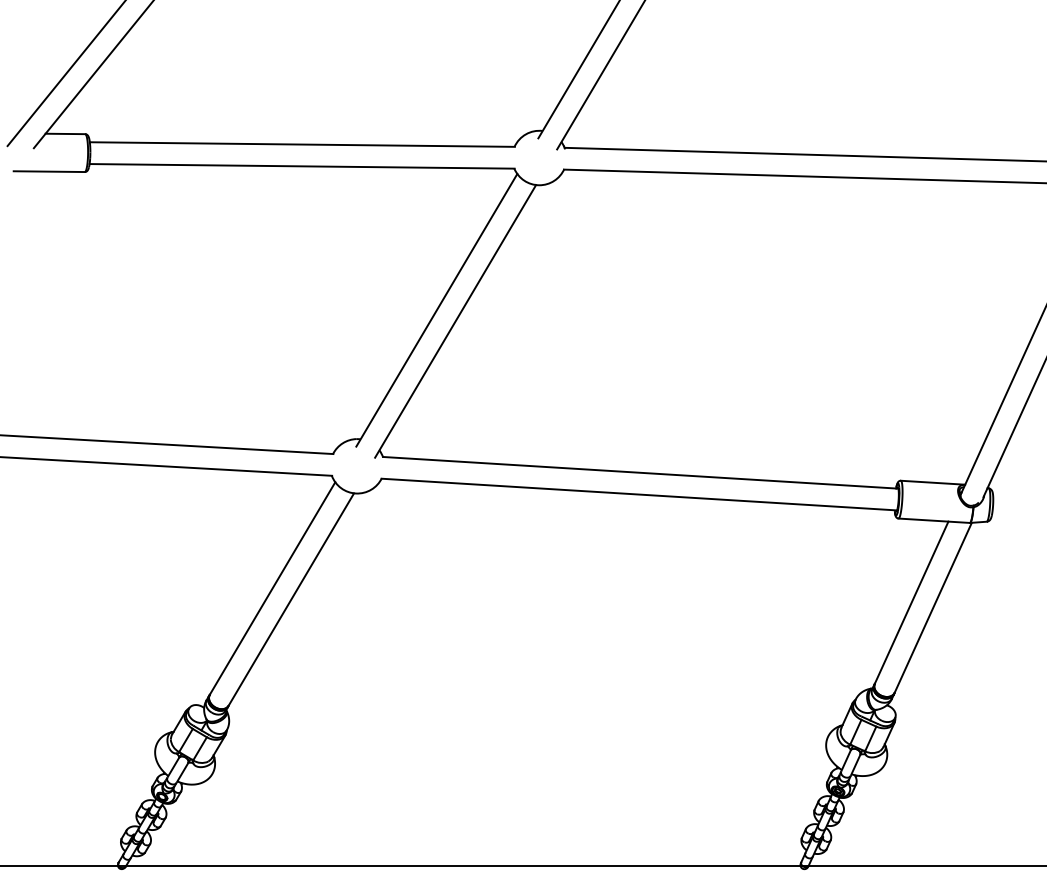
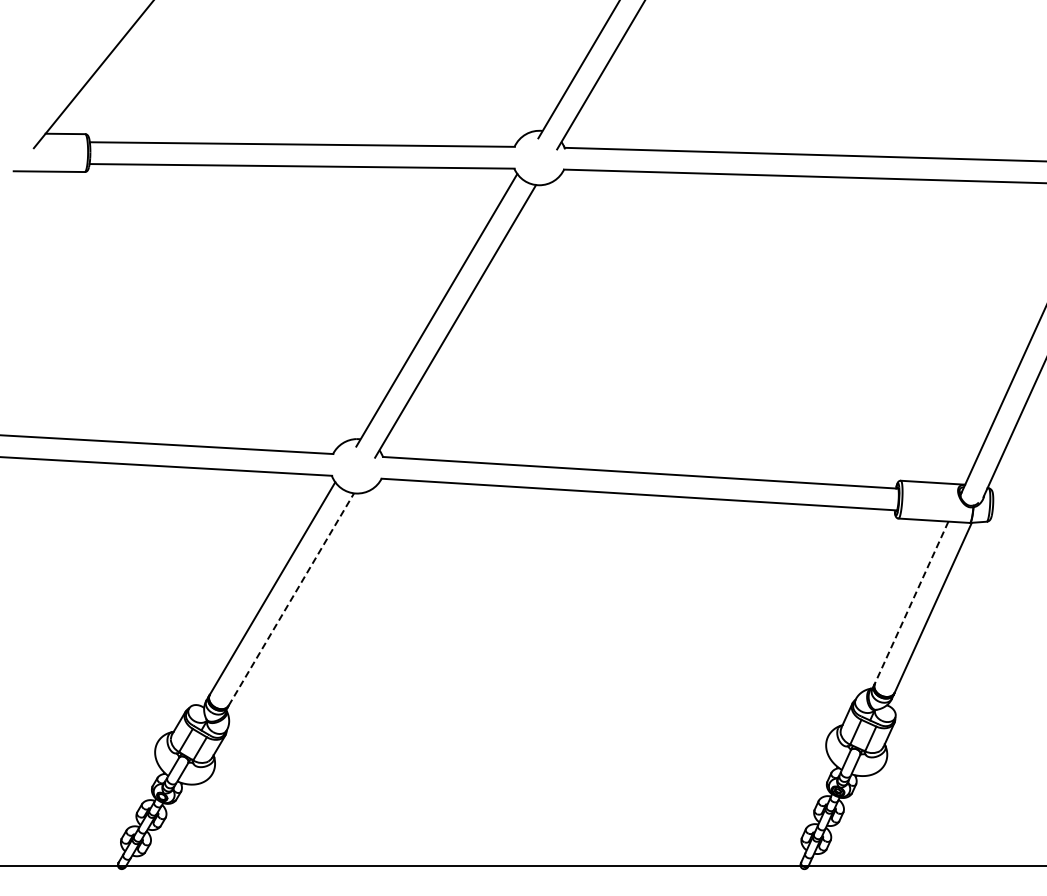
line at (65, 74): present -> none
line at (291, 599): solid -> dashed
line at (911, 603): solid -> dashed
